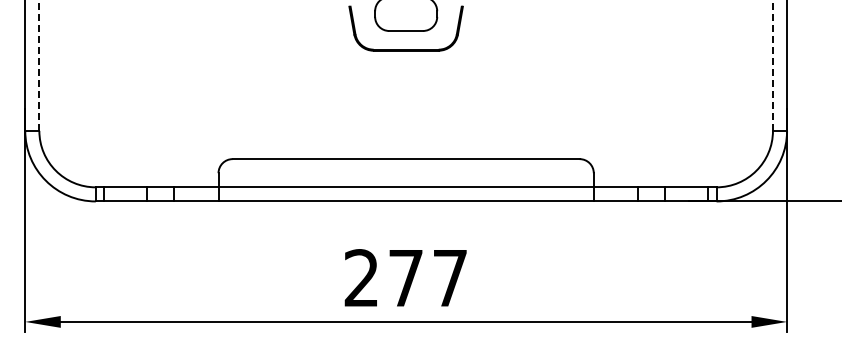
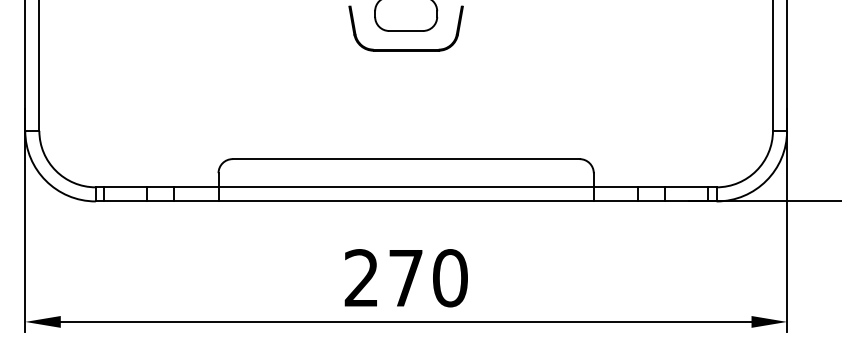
line at (39, 65): dashed -> solid
line at (772, 65): dashed -> solid
text at (450, 278): 277 -> 270
